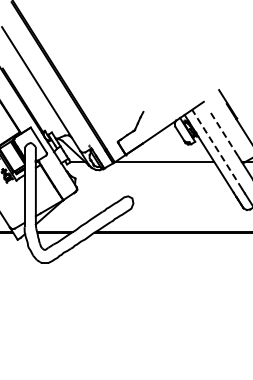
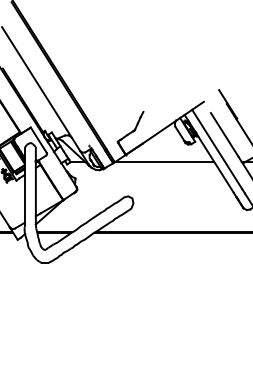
line at (224, 135): dashed -> solid
line at (217, 149): dashed -> solid
